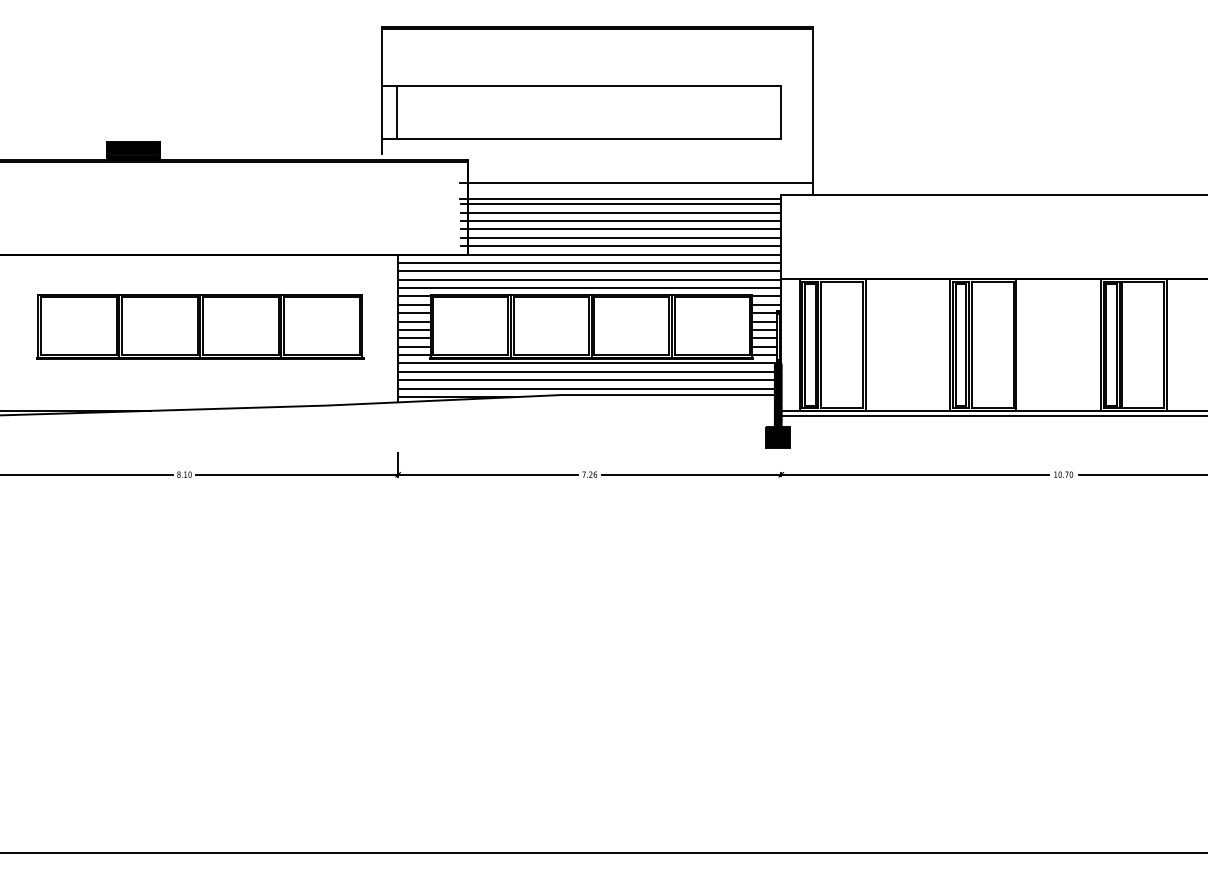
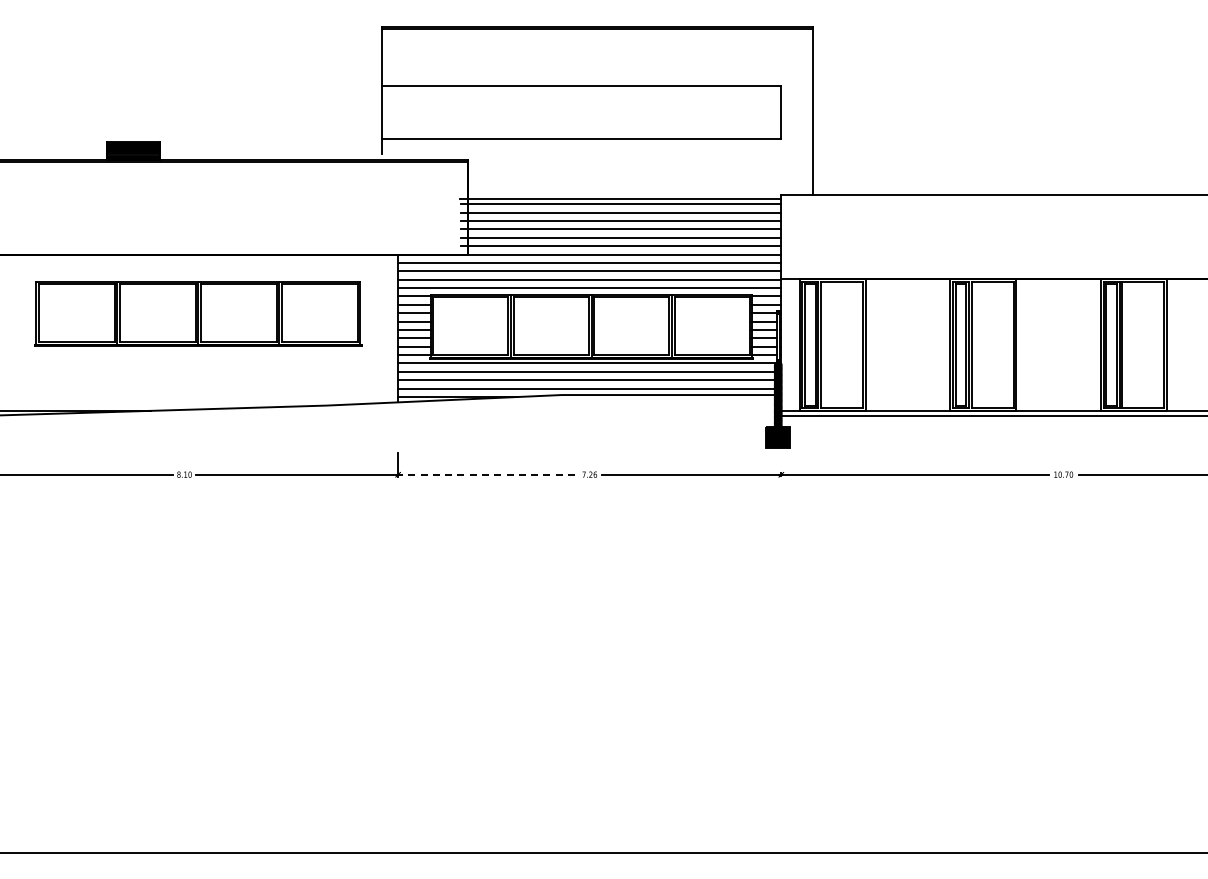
line at (397, 111): present -> none
line at (636, 183): present -> none
part at (200, 326) position: (200, 326) -> (198, 313)
line at (486, 474): solid -> dashed
